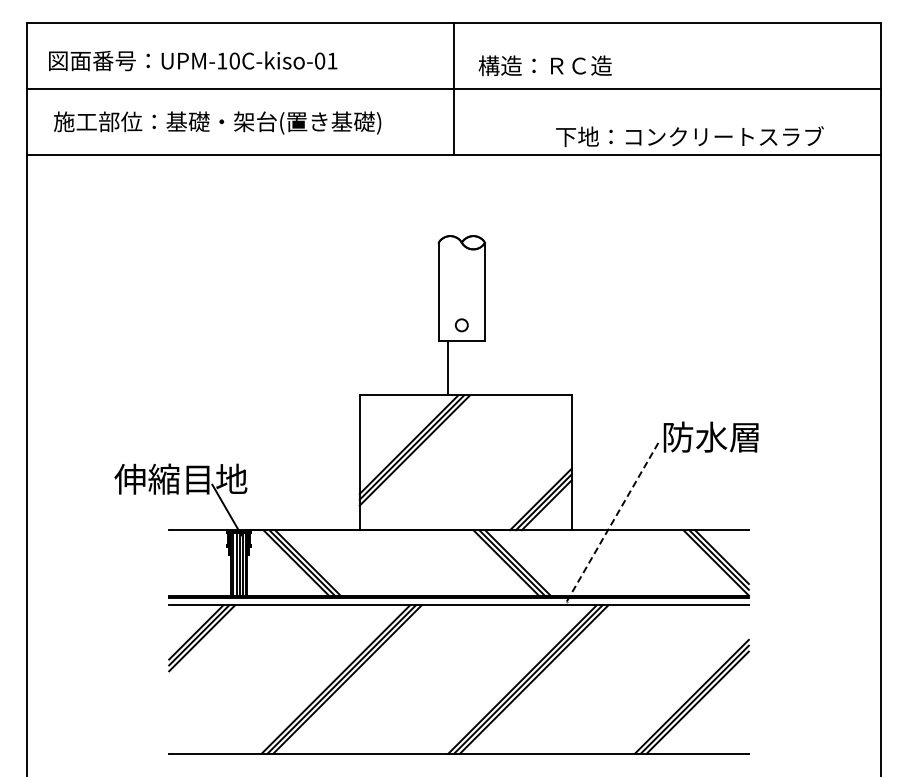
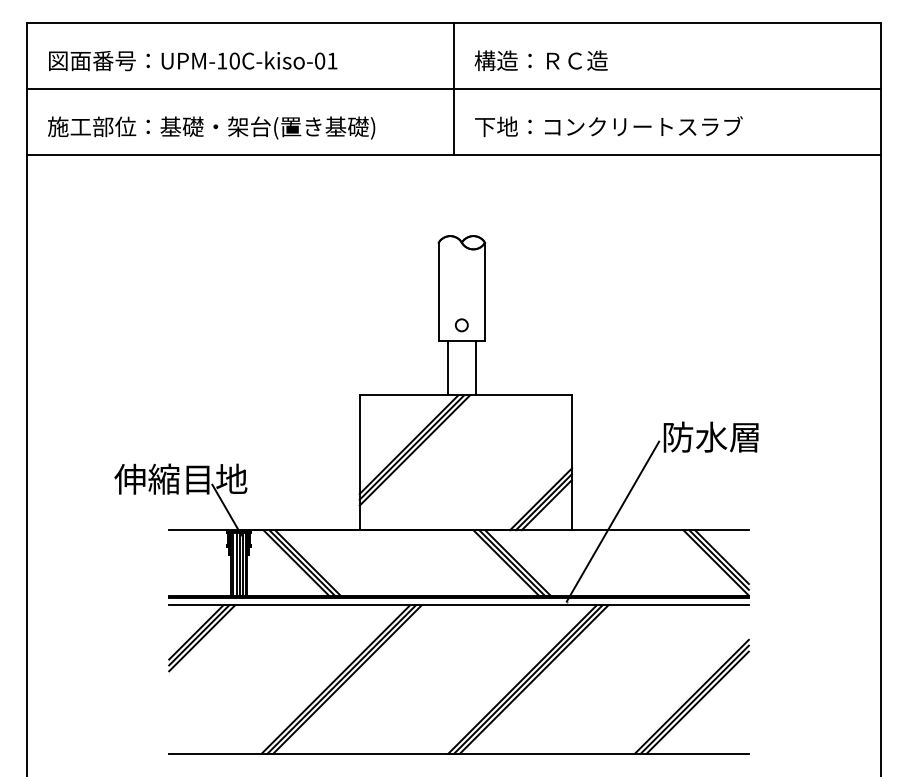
text at (544, 65) position: (544, 65) -> (540, 60)
text at (217, 122) position: (217, 122) -> (211, 127)
text at (689, 136) position: (689, 136) -> (608, 126)
line at (475, 367): none -> present
line at (613, 521): dashed -> solid
